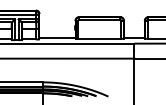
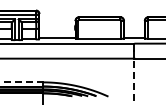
line at (134, 81): solid -> dashed
line at (21, 82): solid -> dashed
